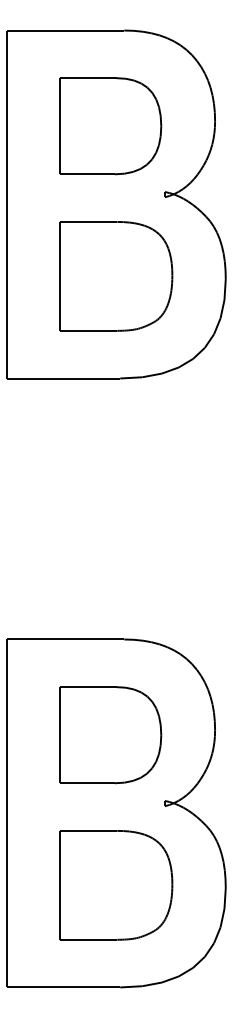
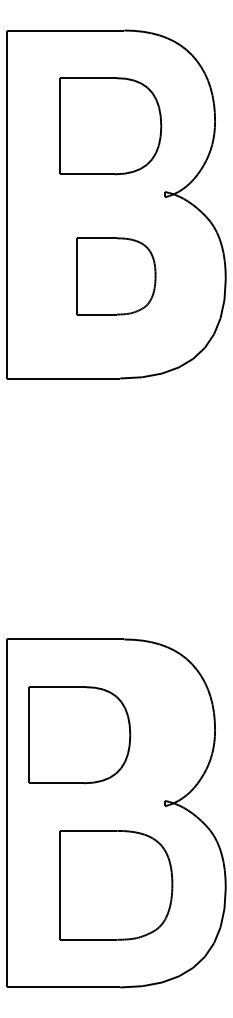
part at (116, 276) size: 115x111 px -> 81x79 px
part at (110, 735) position: (110, 735) -> (79, 735)
